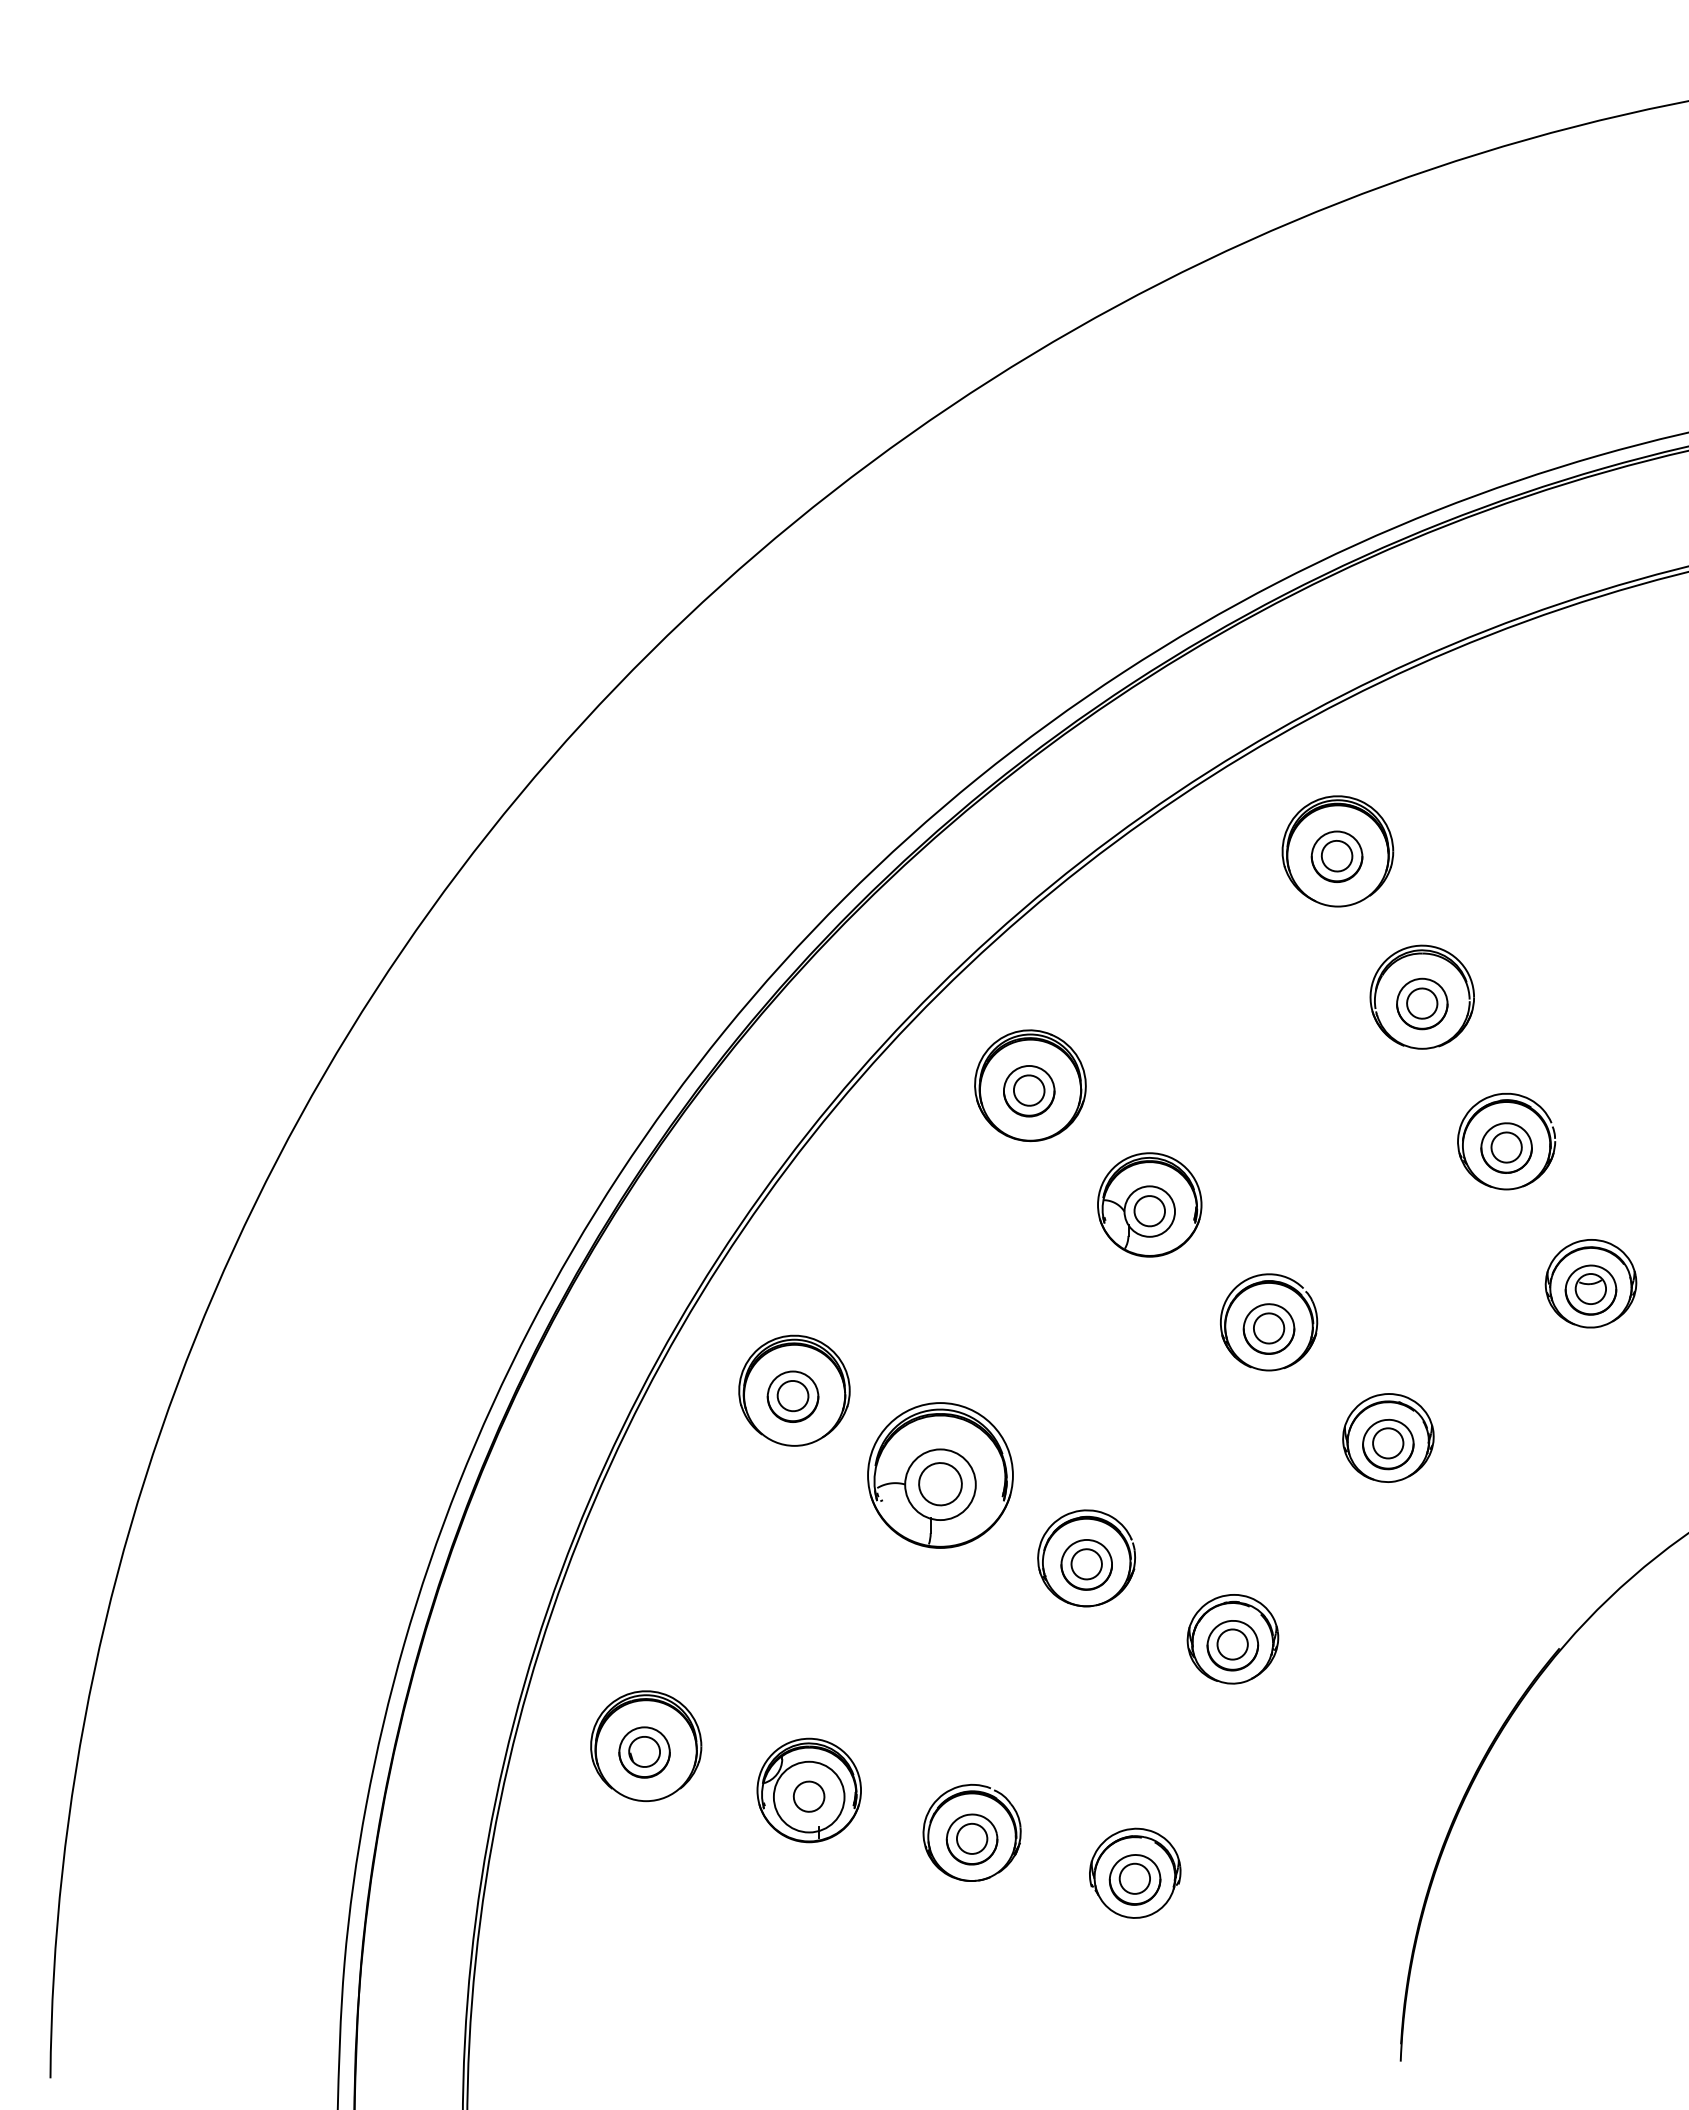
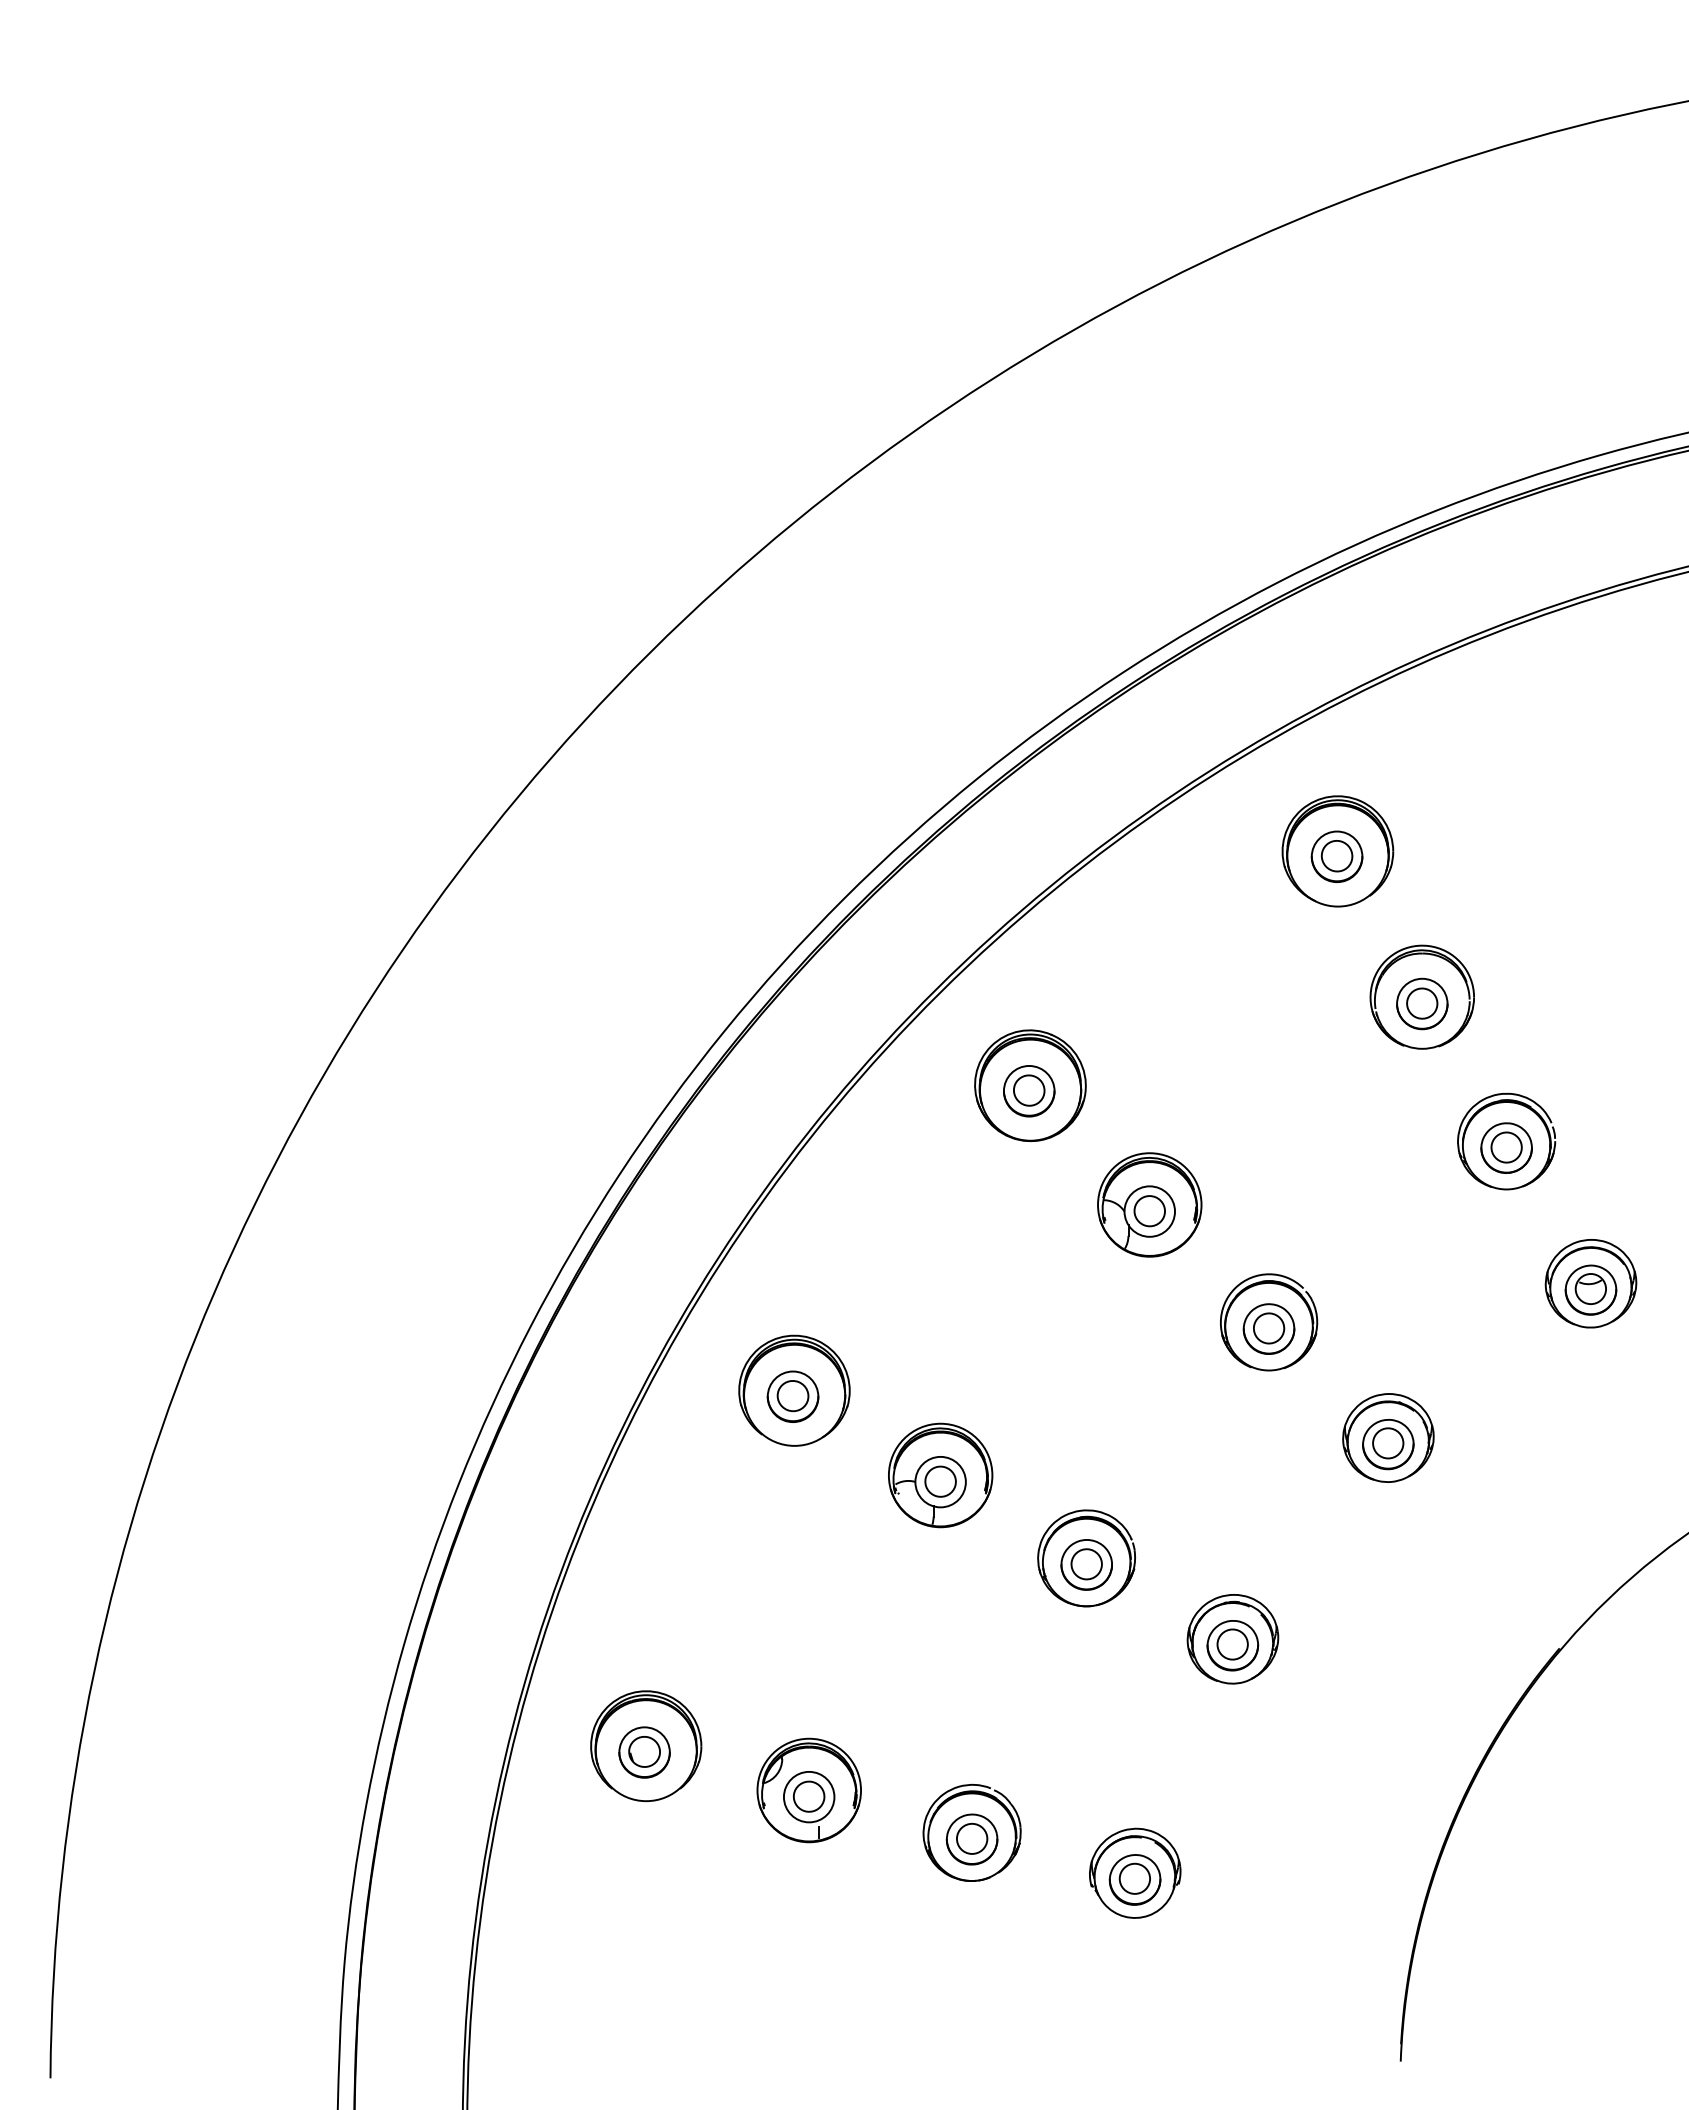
part at (940, 1475) size: 147x147 px -> 106x107 px
circle at (808, 1796) diameter: 71 px -> 50 px
